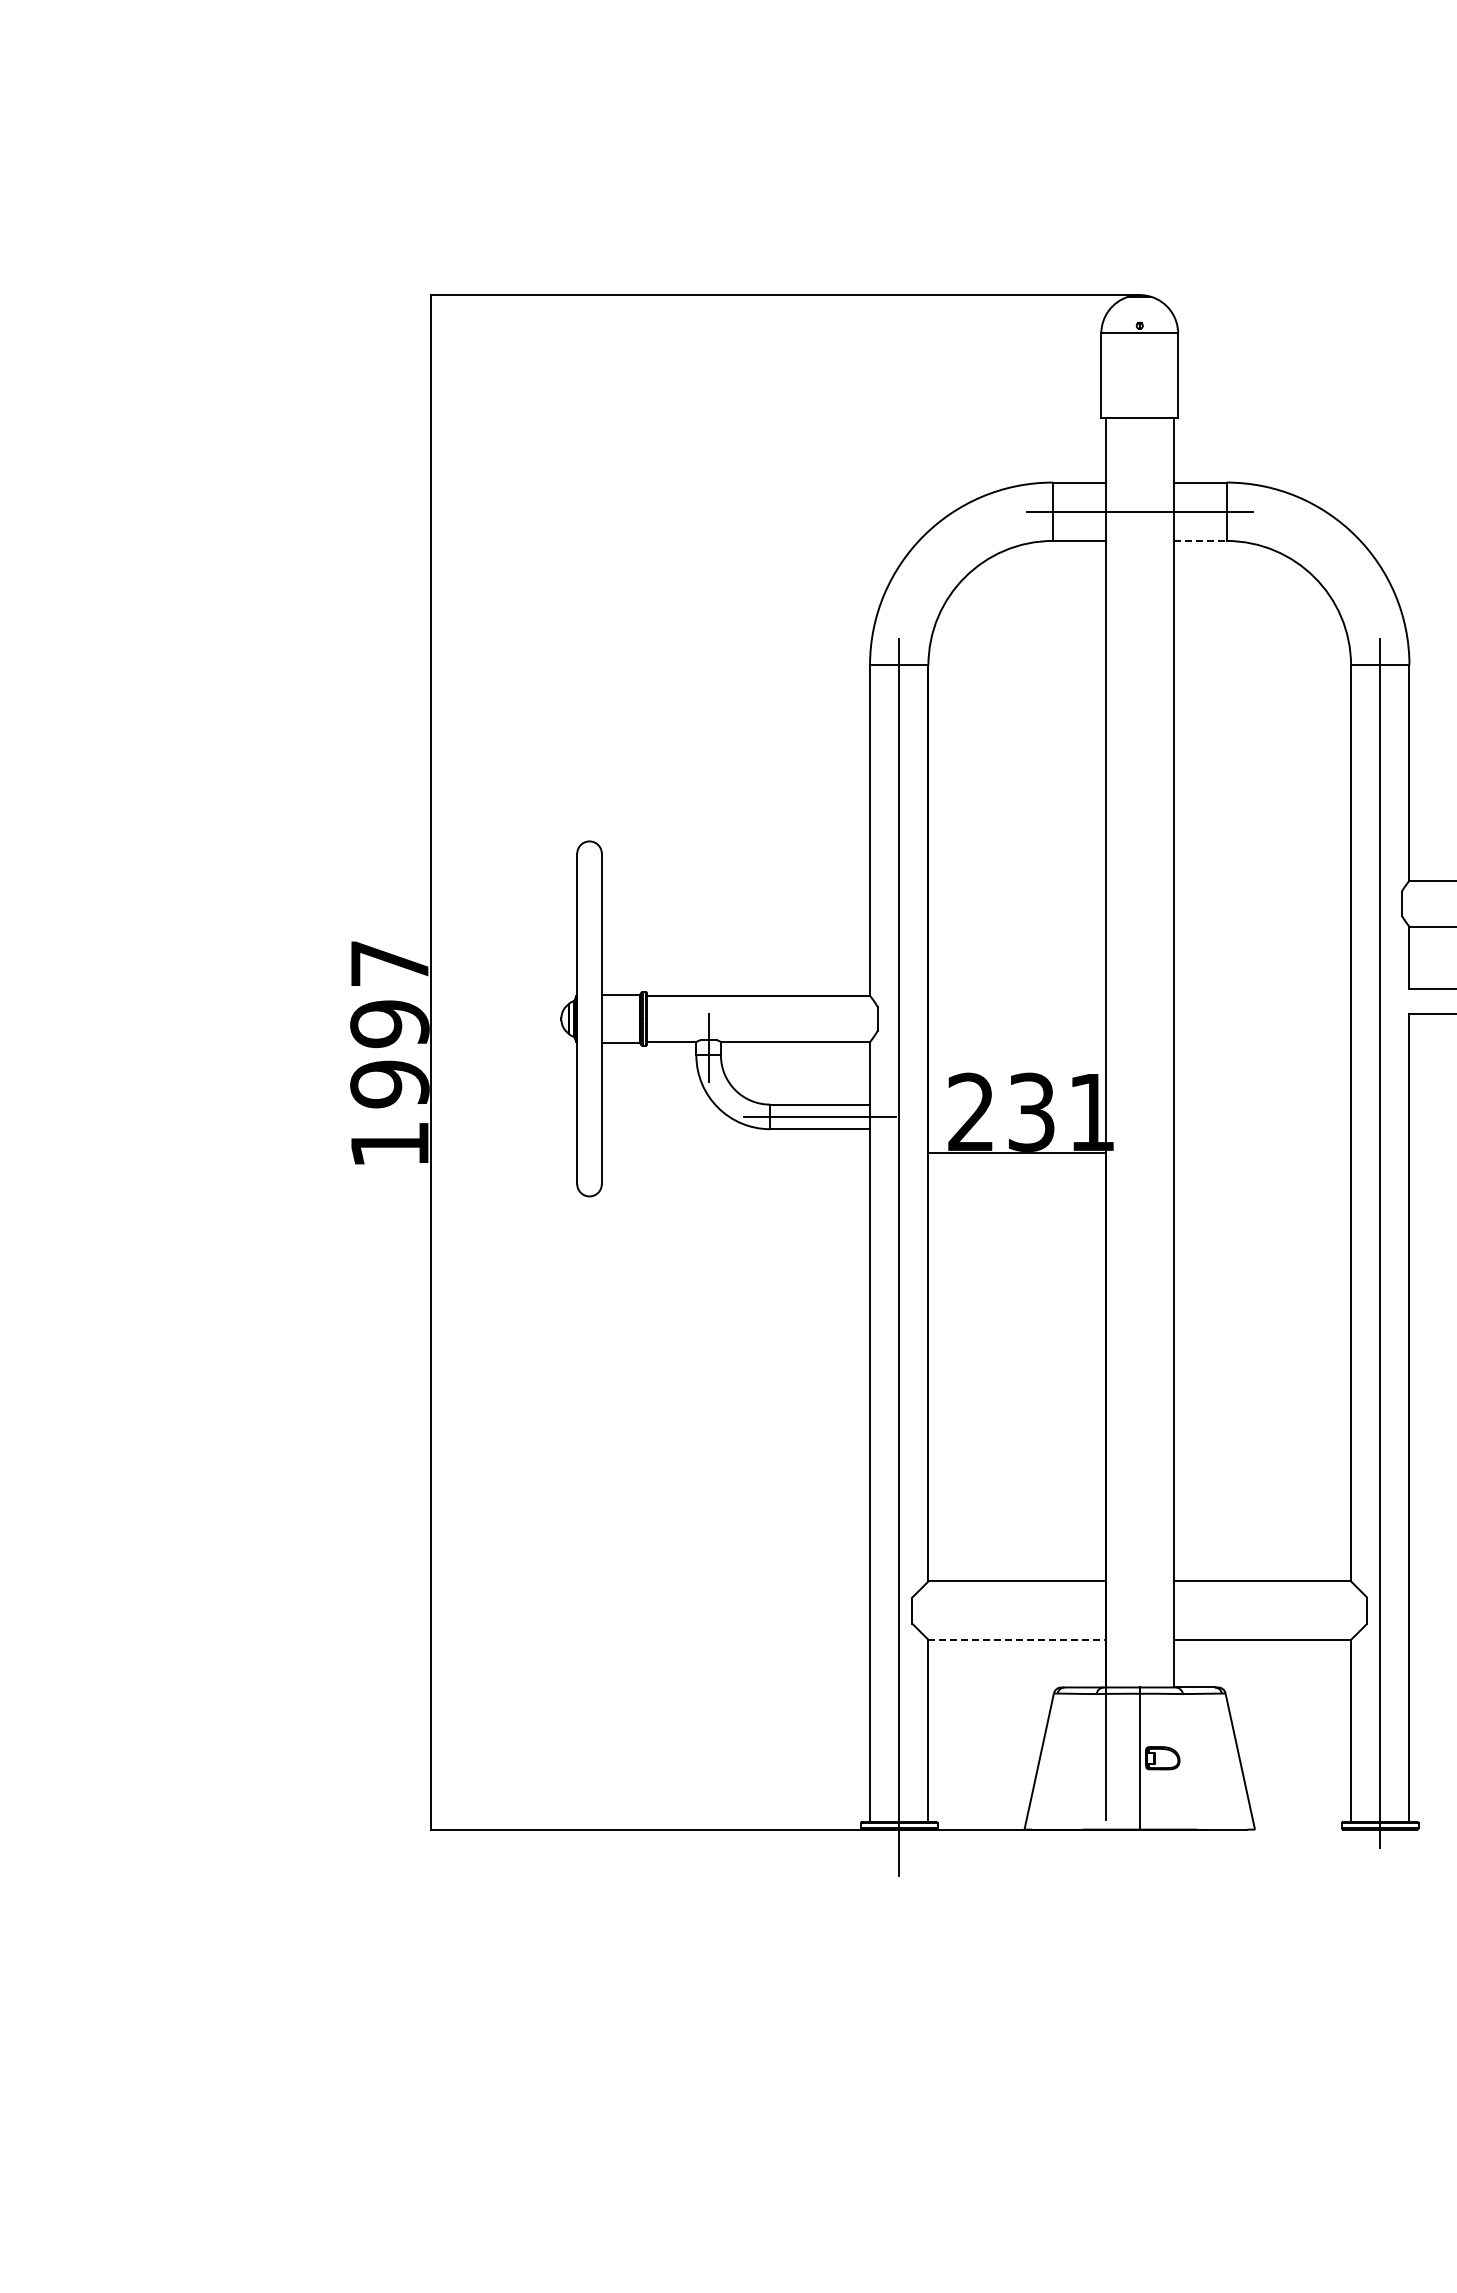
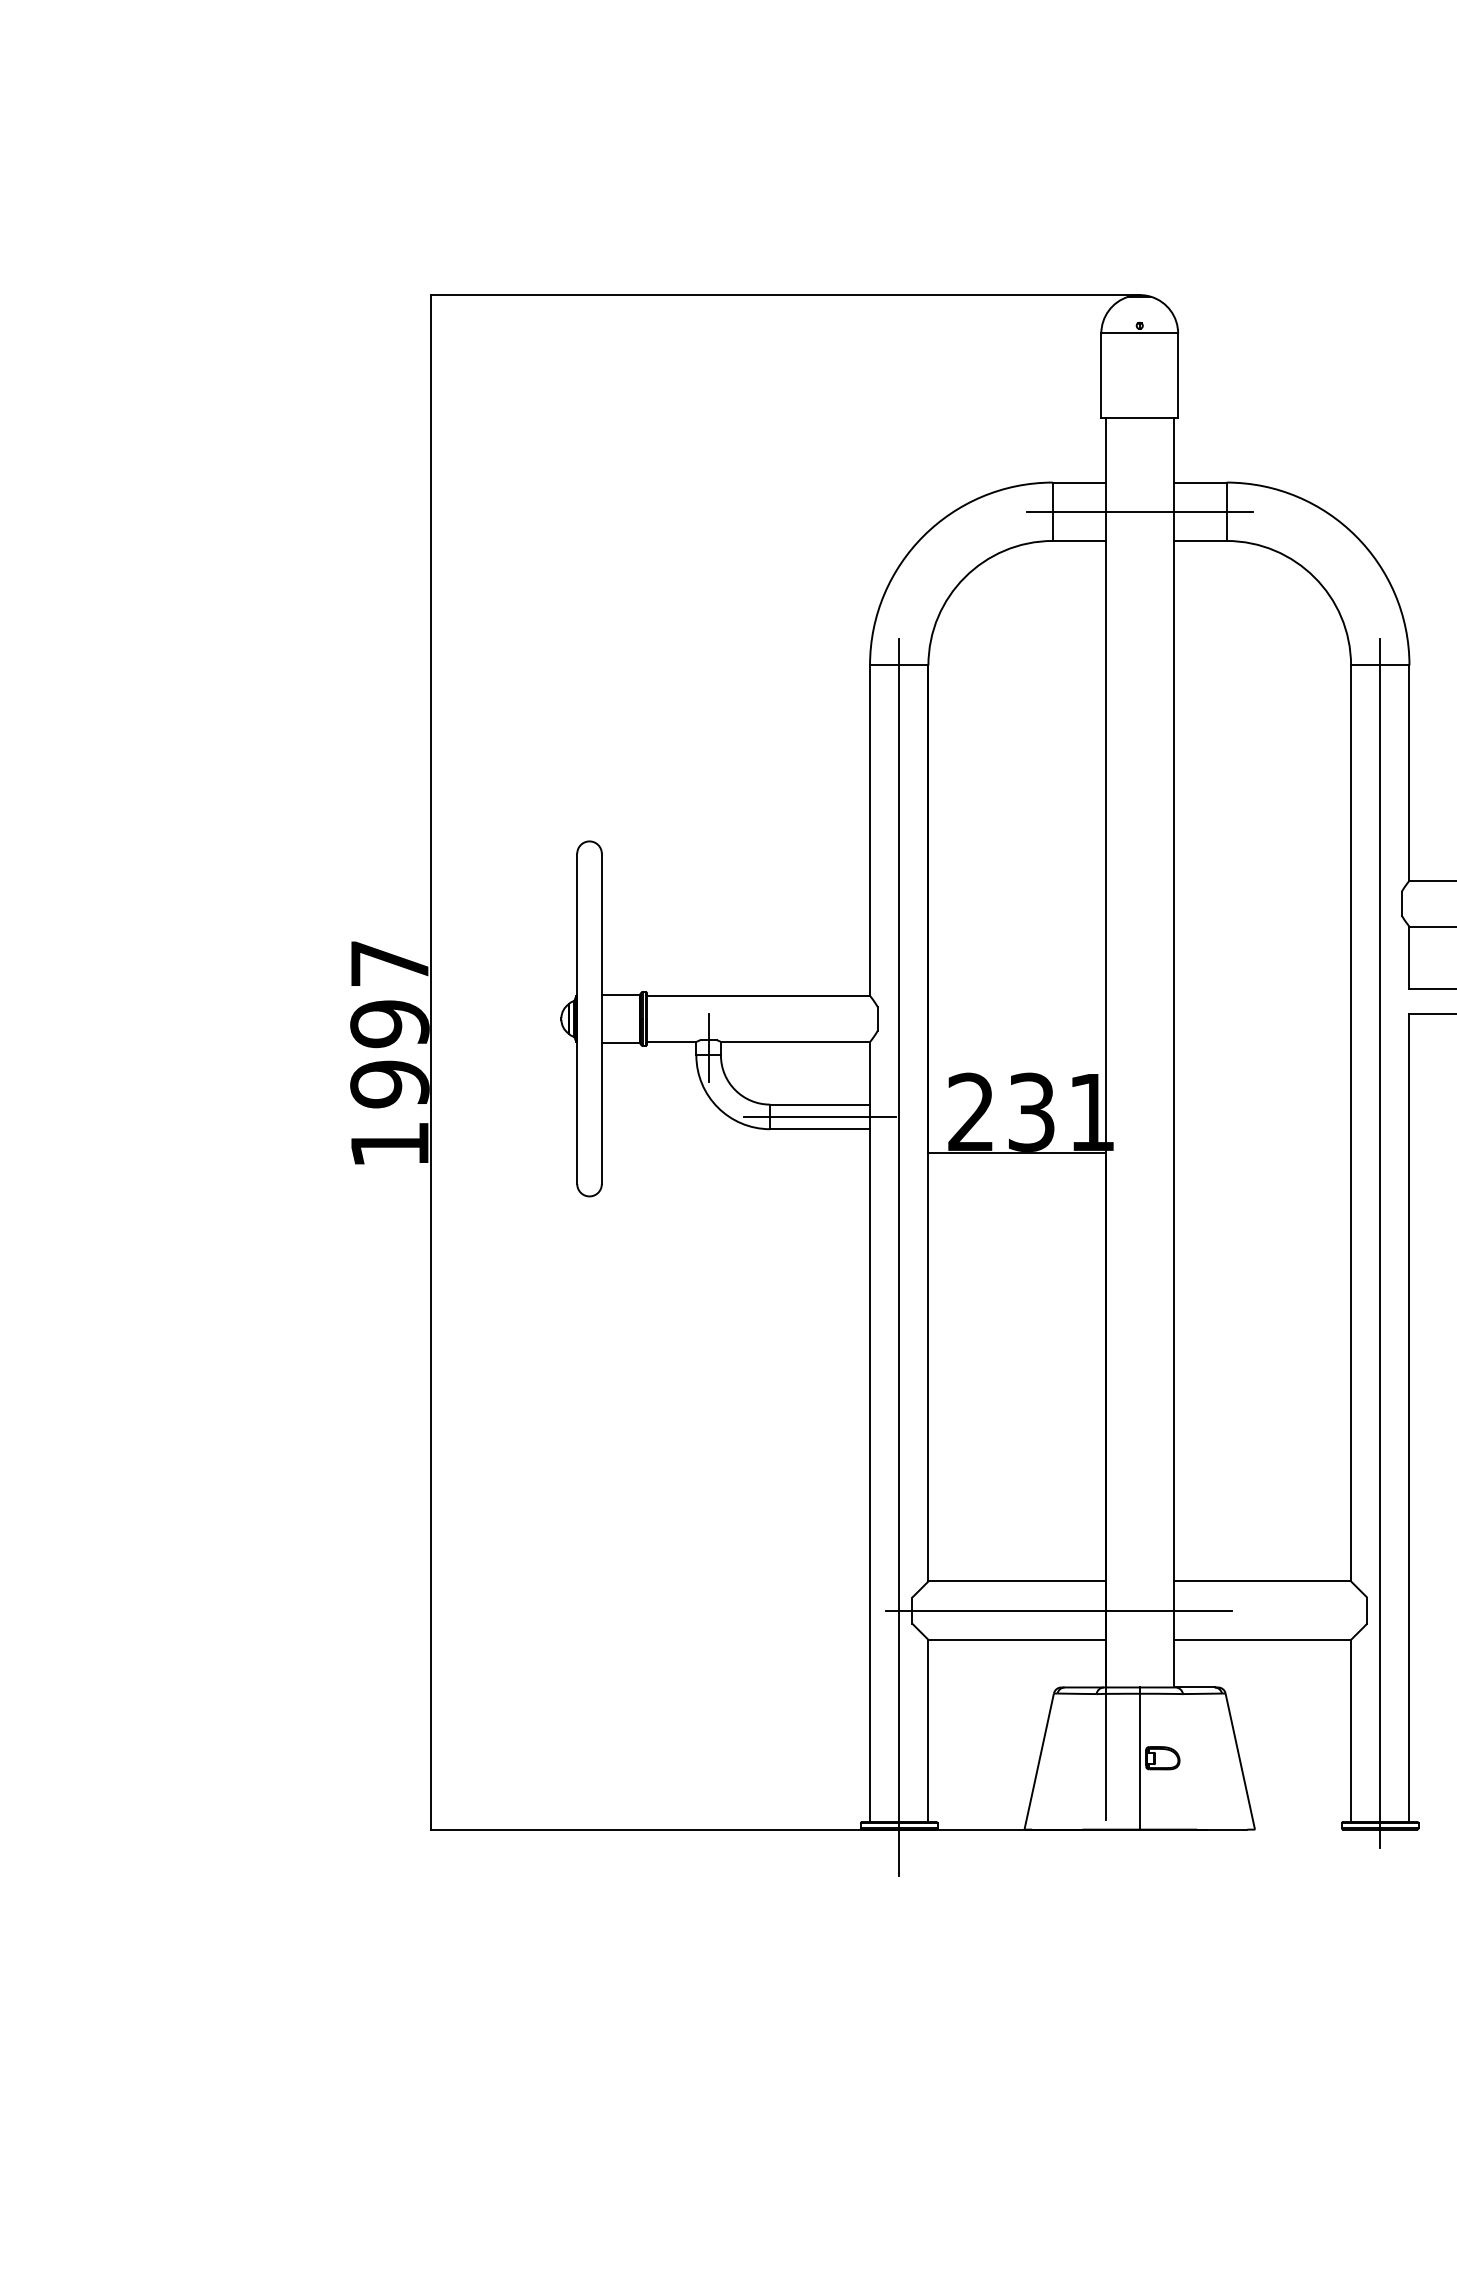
line at (1200, 540): dashed -> solid
line at (1058, 1610): none -> present
line at (1016, 1639): dashed -> solid
